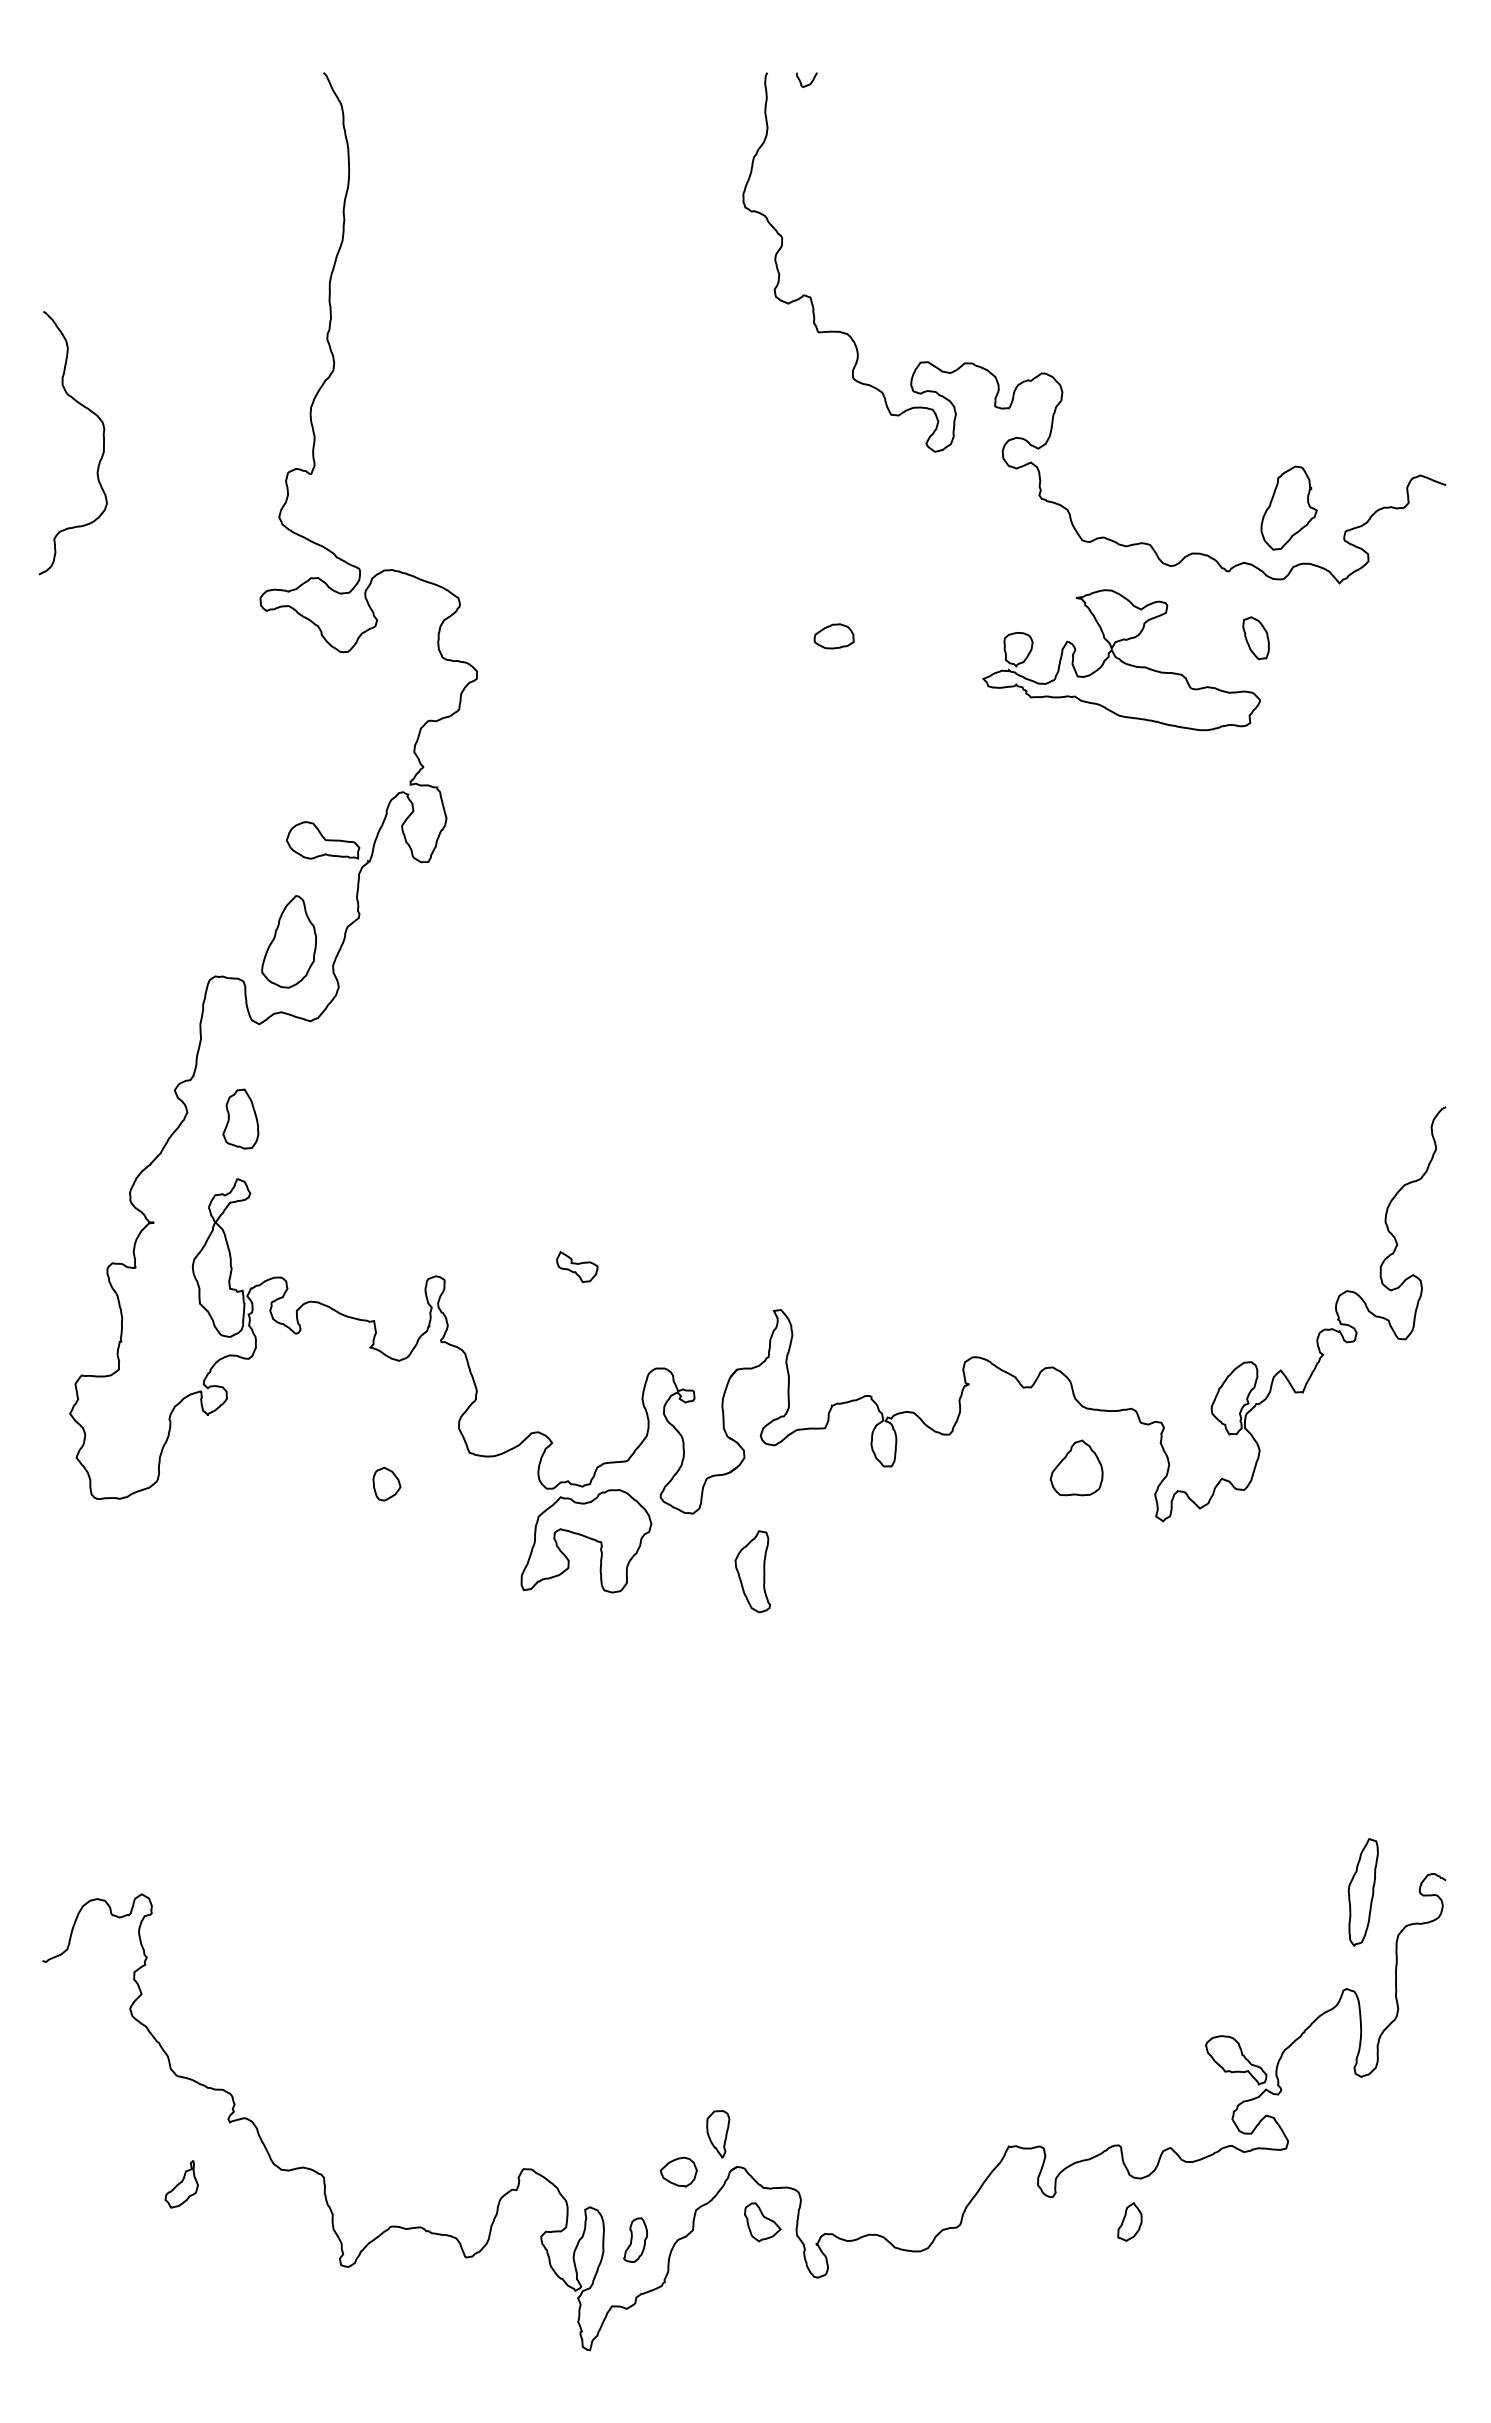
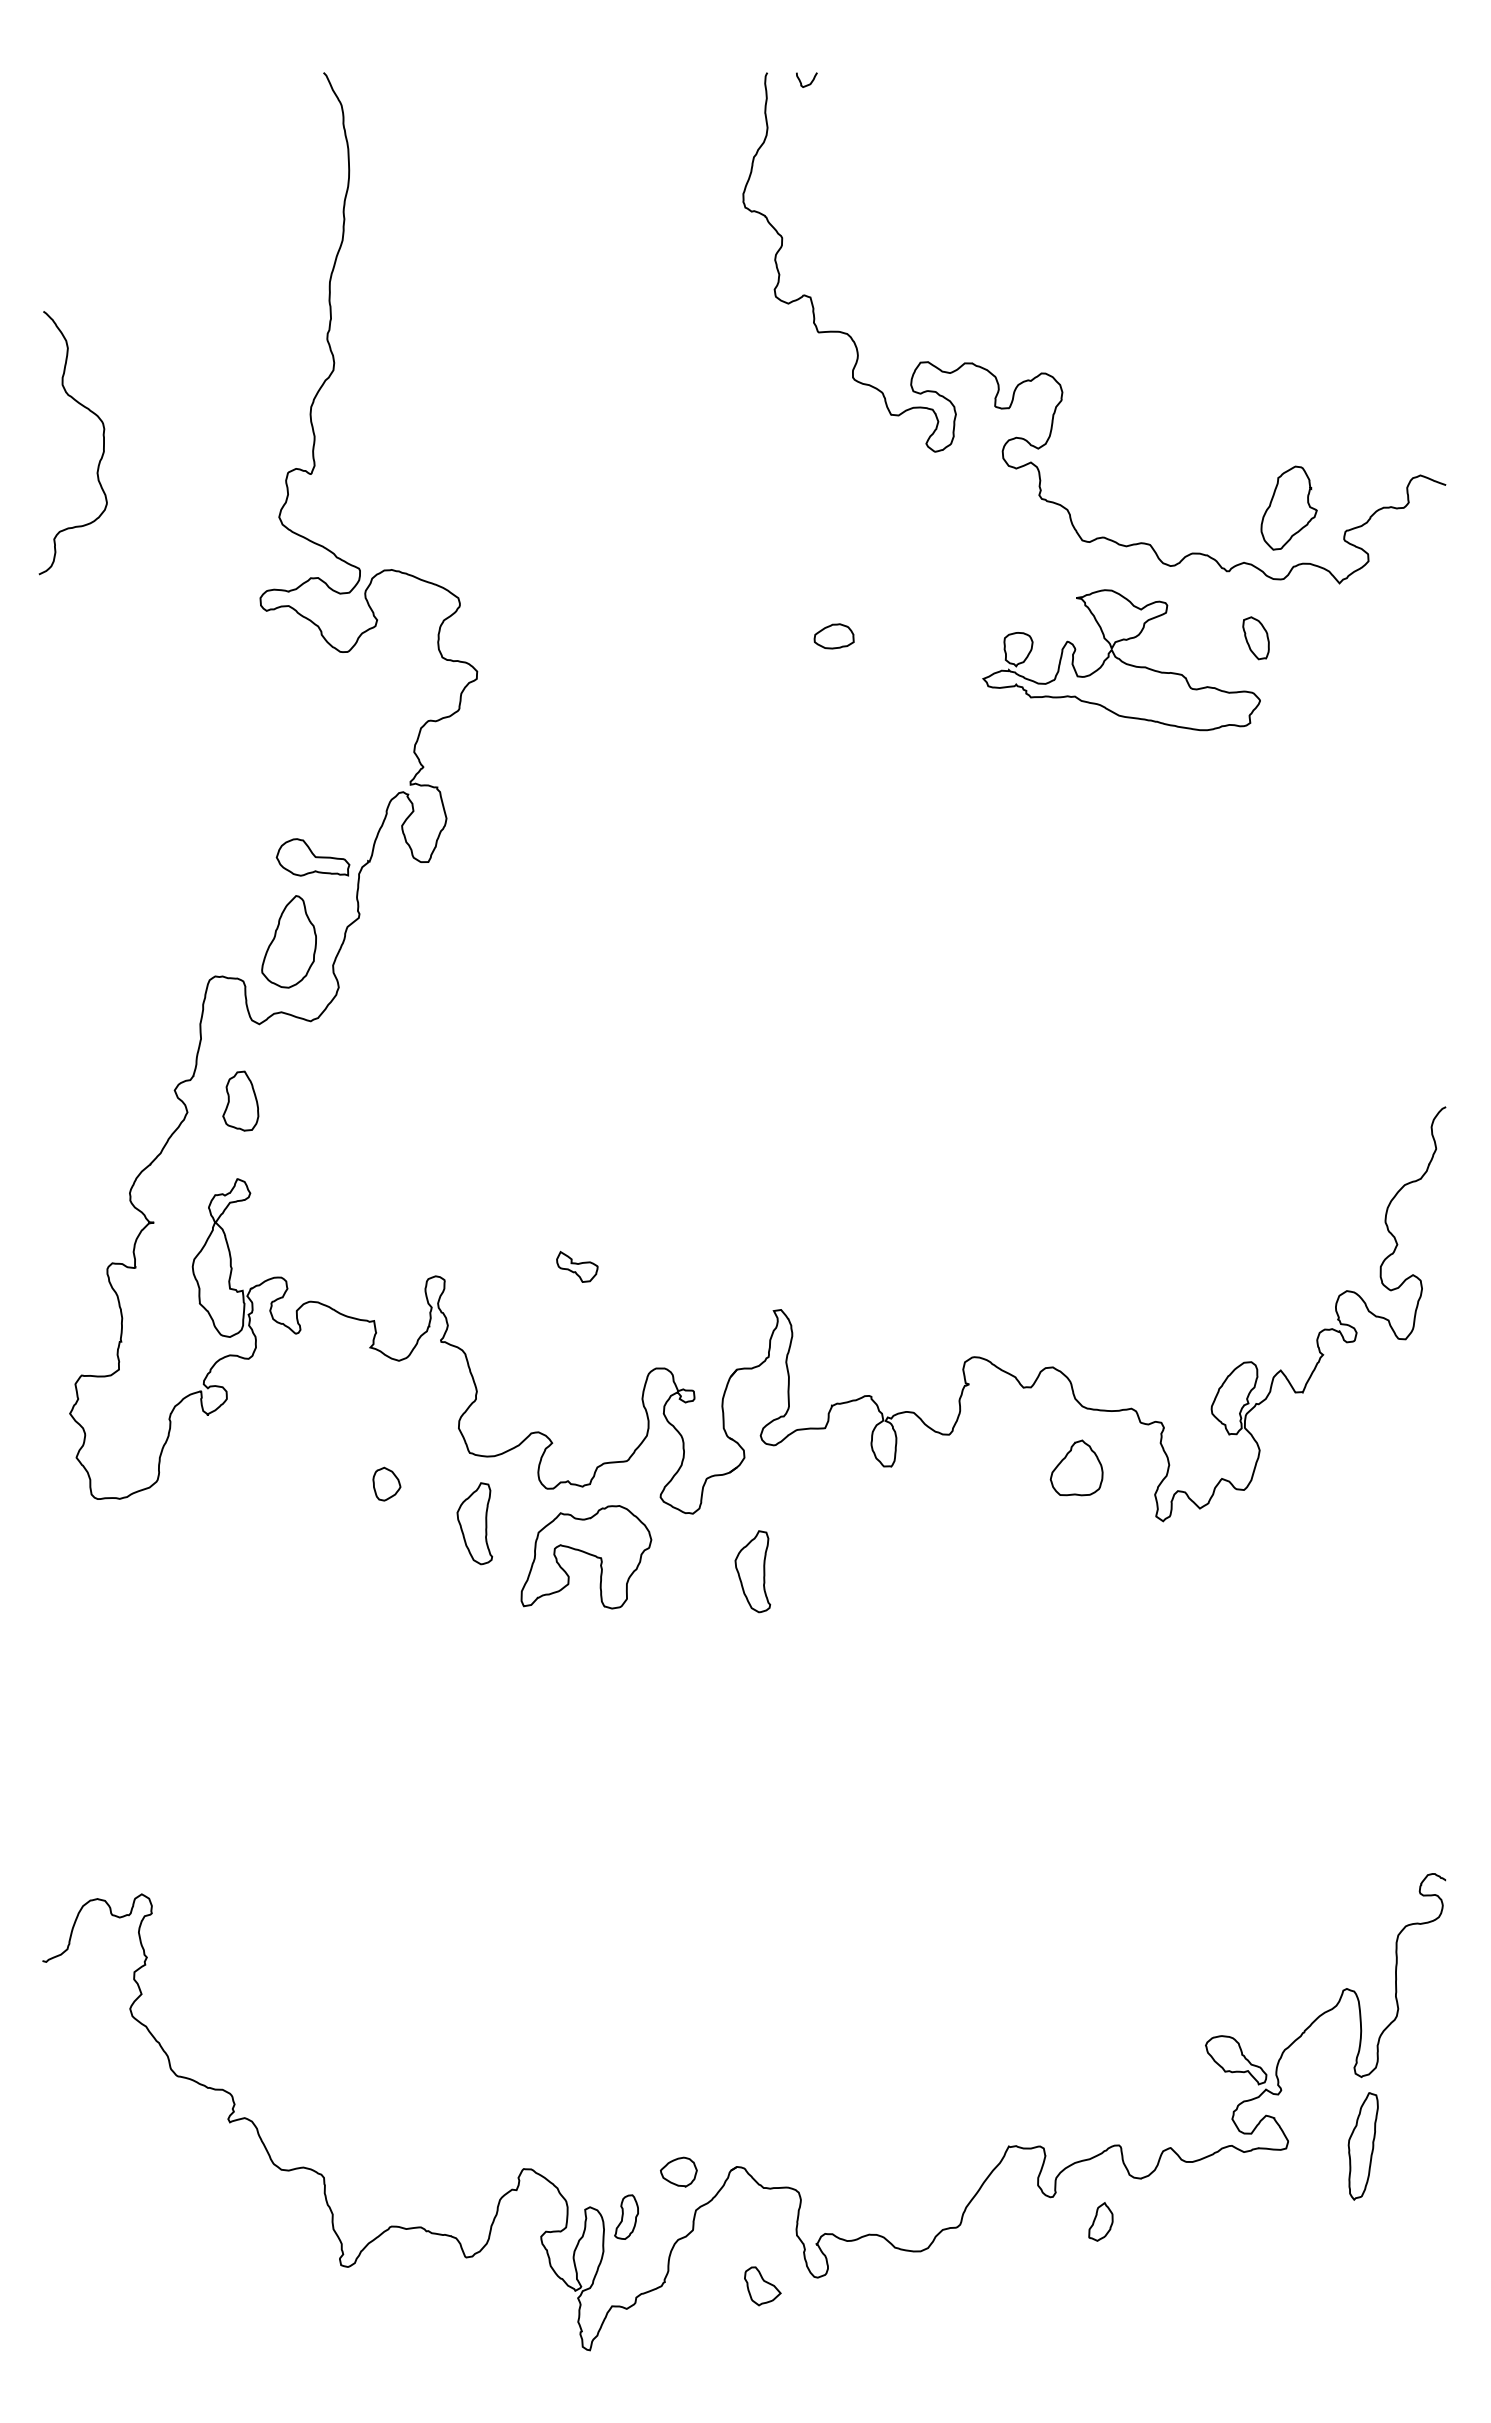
part at (322, 840) position: (322, 840) -> (312, 857)
part at (240, 1118) position: (240, 1118) -> (240, 1100)
part at (474, 1523): none -> present
part at (586, 1541) position: (586, 1541) -> (586, 1557)
part at (1362, 1892) position: (1362, 1892) -> (1362, 2146)
part at (718, 2134): present -> none
part at (181, 2184): present -> none
part at (1129, 2221) position: (1129, 2221) -> (1100, 2221)
part at (762, 2222) position: (762, 2222) -> (762, 2286)
part at (635, 2239) position: (635, 2239) -> (626, 2216)
